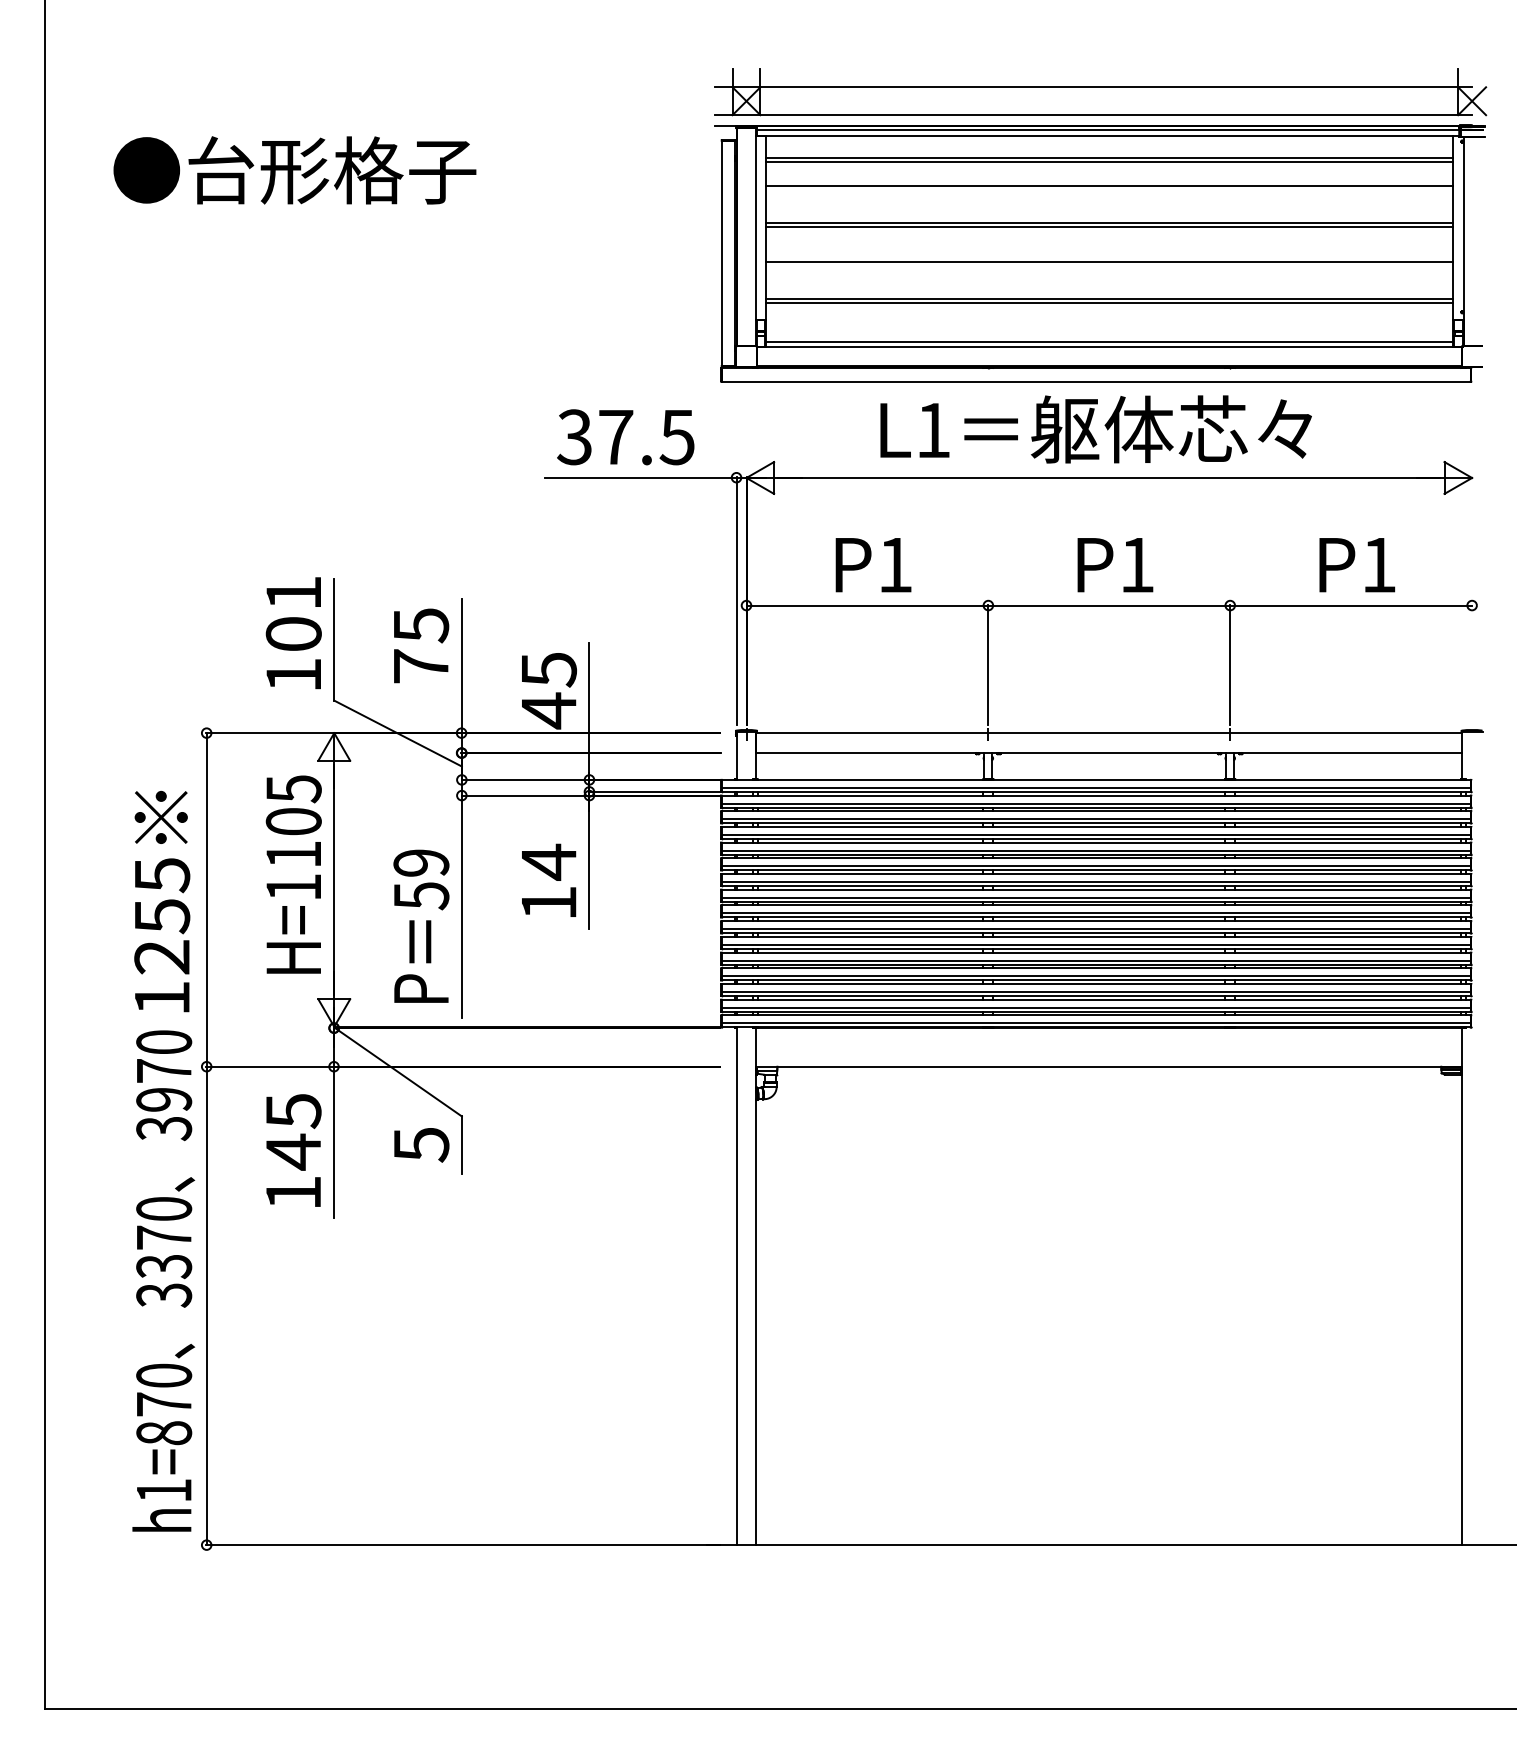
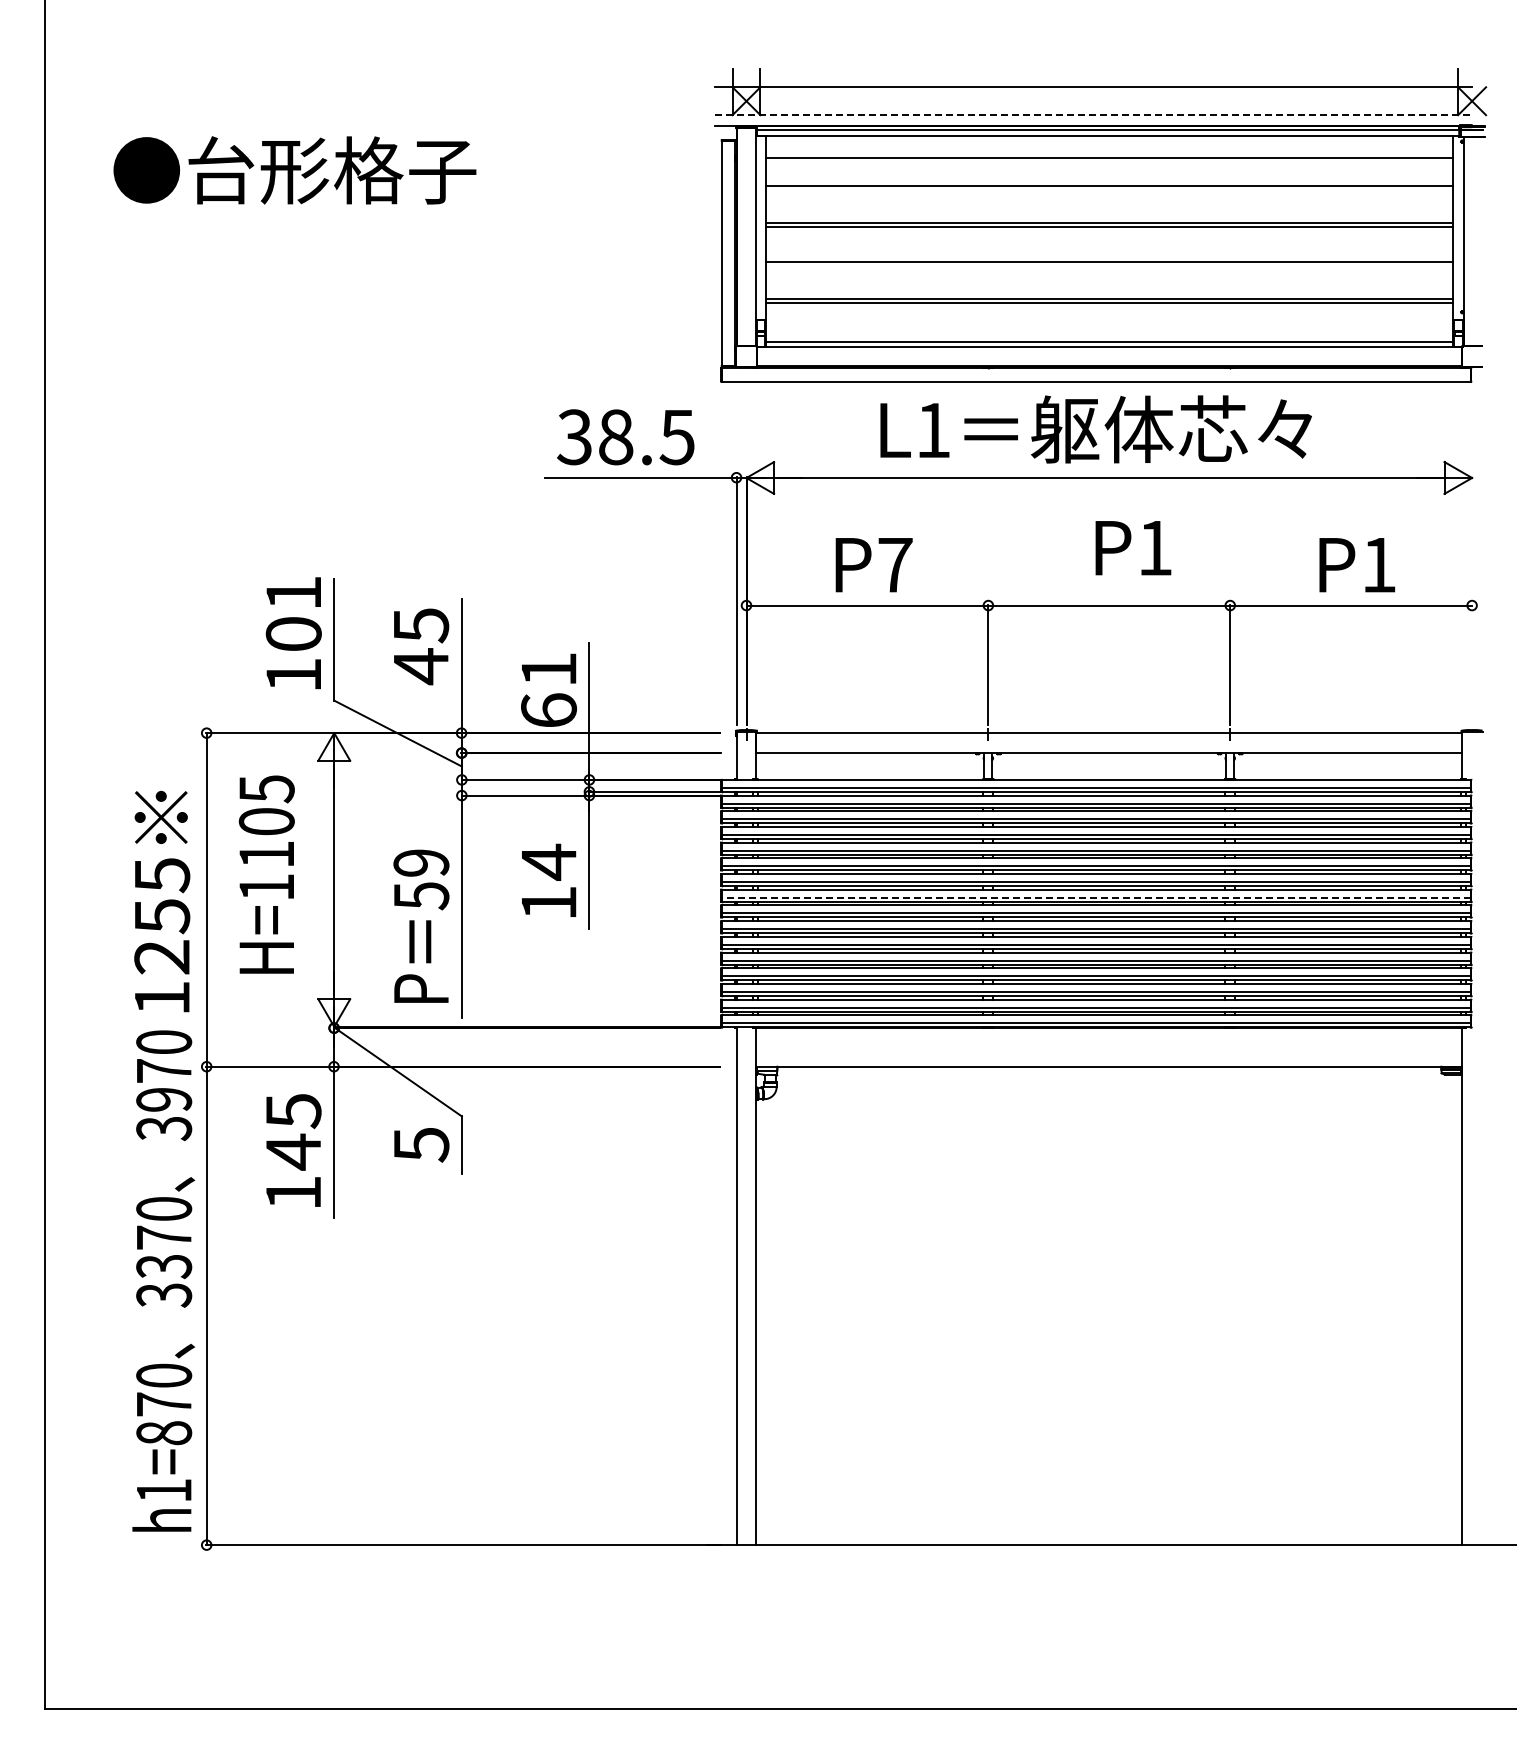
line at (1093, 115): solid -> dashed
line at (1109, 161): present -> none
text at (616, 437): 37.5 -> 38.5
text at (895, 565): P1 -> P7
text at (1115, 565) position: (1115, 565) -> (1133, 548)
text at (421, 666): 75 -> 45
text at (549, 691): 45 -> 61
text at (293, 874) position: (293, 874) -> (266, 874)
line at (1096, 897): solid -> dashed
